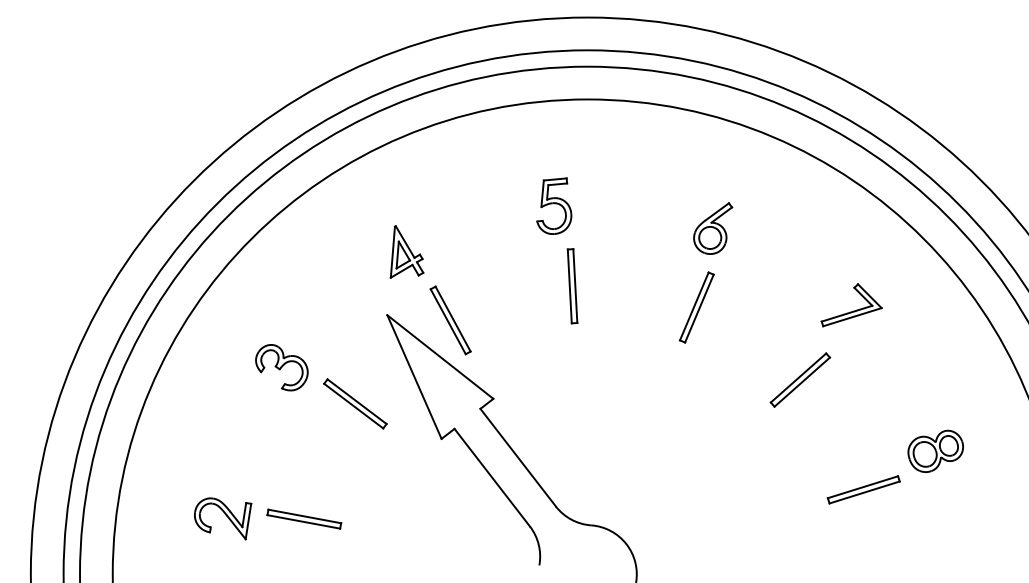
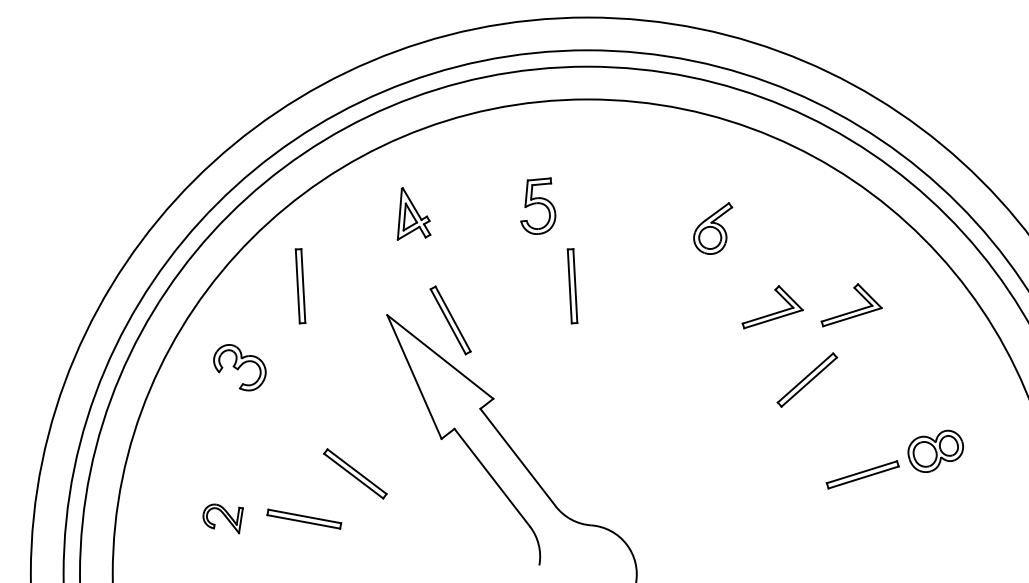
part at (554, 205) position: (554, 205) -> (538, 205)
part at (406, 251) position: (406, 251) -> (413, 213)
part at (300, 286): none -> present
part at (696, 307): present -> none
part at (772, 307): none -> present
part at (281, 367) position: (281, 367) -> (239, 367)
part at (800, 379) position: (800, 379) -> (807, 379)
part at (355, 403) position: (355, 403) -> (355, 473)
part at (863, 489) position: (863, 489) -> (862, 474)
part at (223, 518) size: 59x44 px -> 42x32 px
